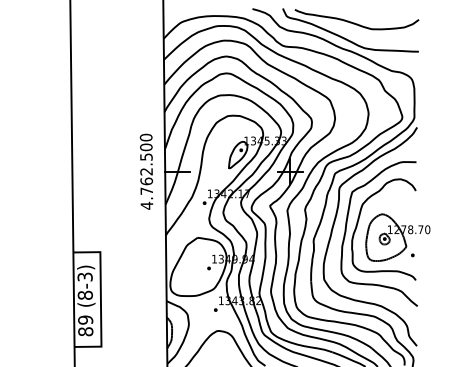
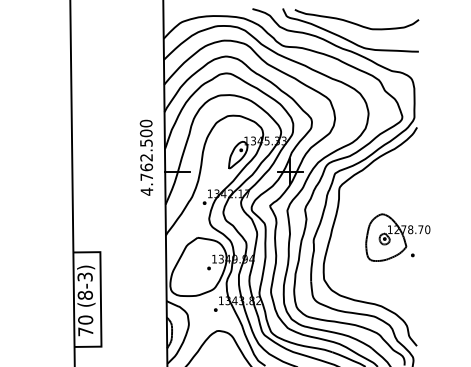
text at (146, 171) position: (146, 171) -> (146, 157)
part at (357, 227): present -> none
text at (85, 325): 89 -> 70
